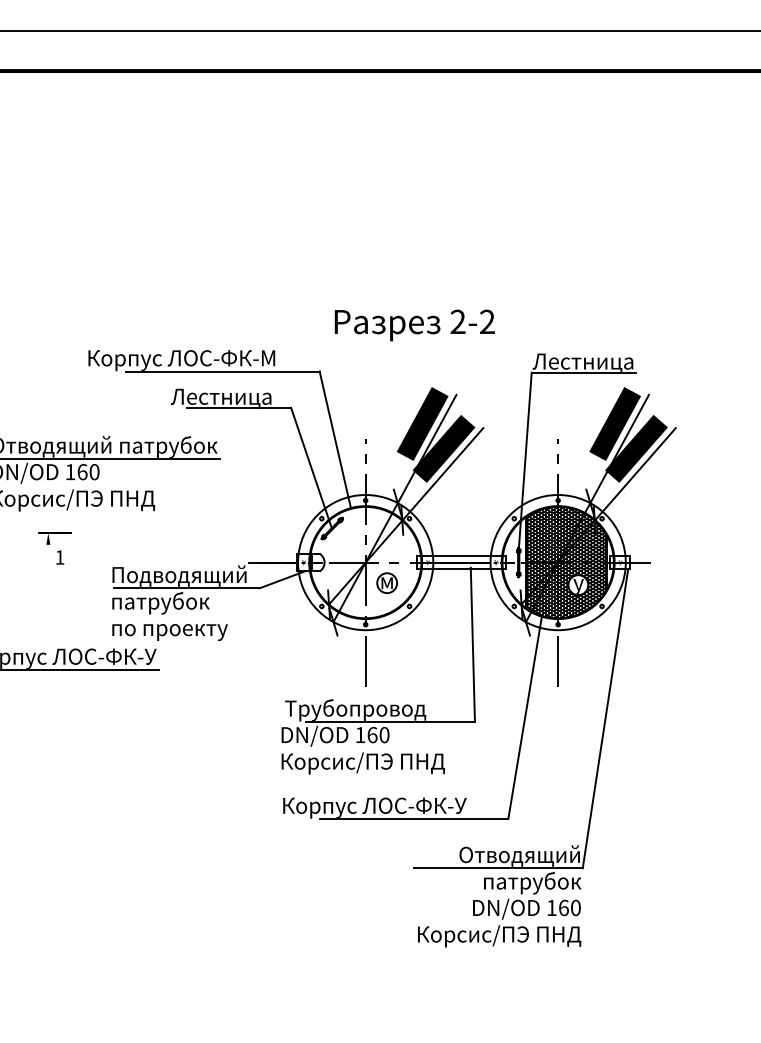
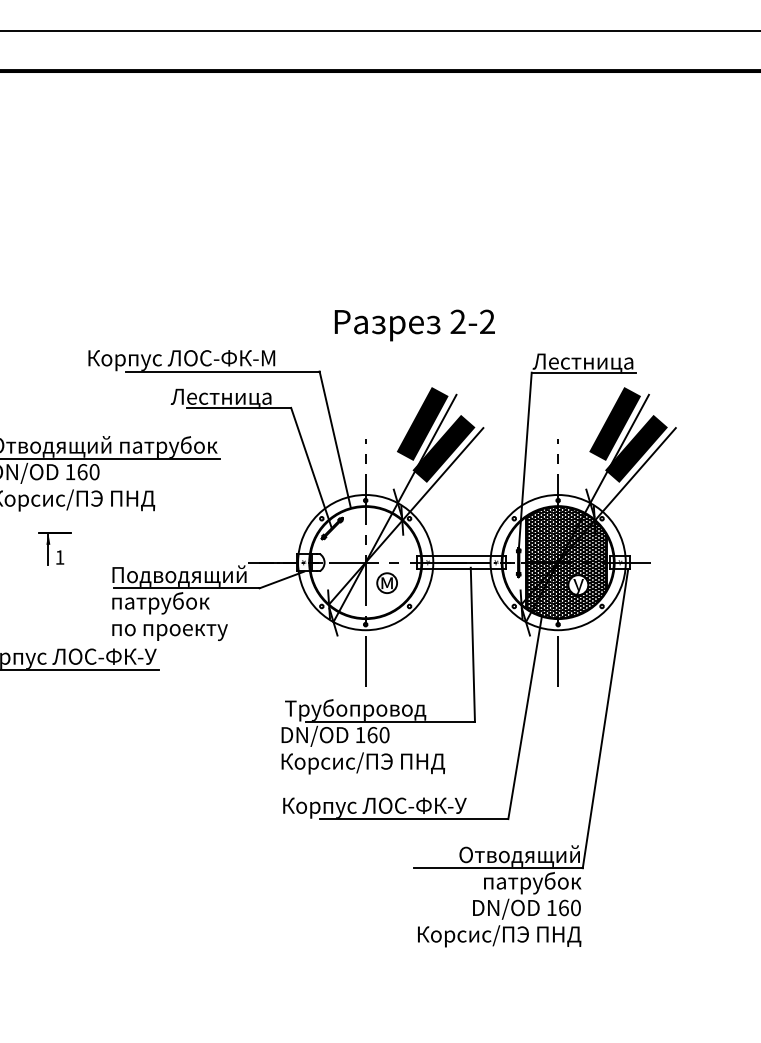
line at (48, 548): none -> present
